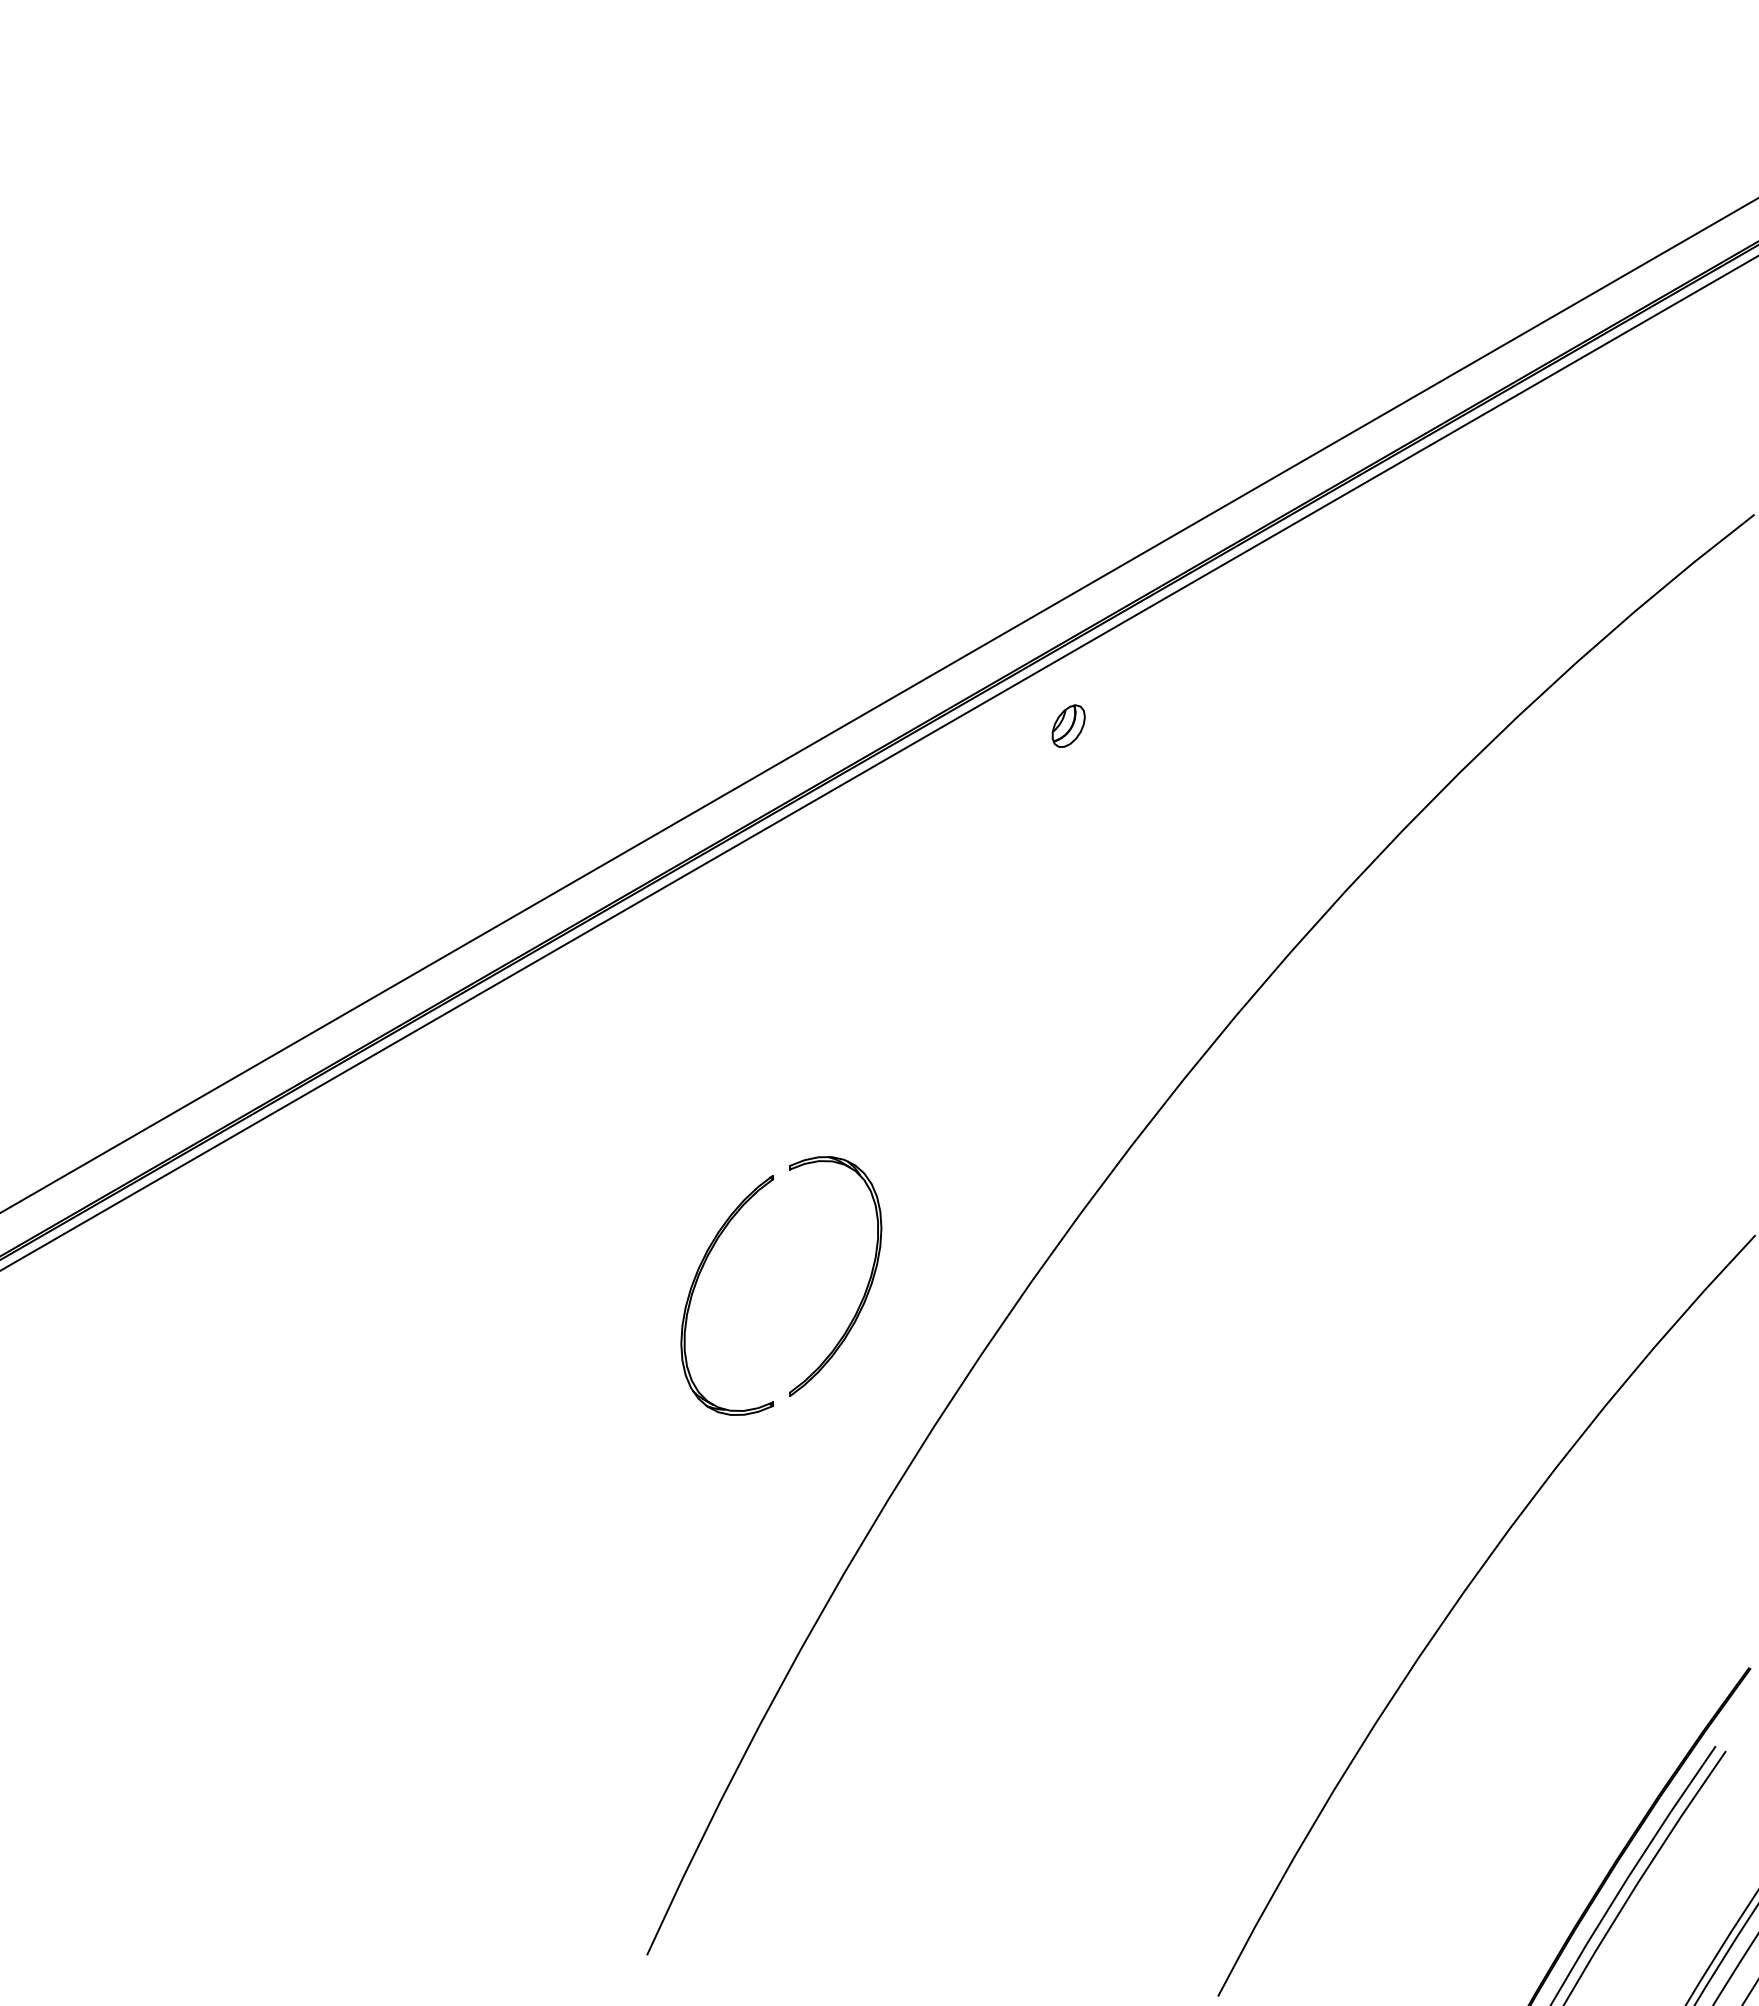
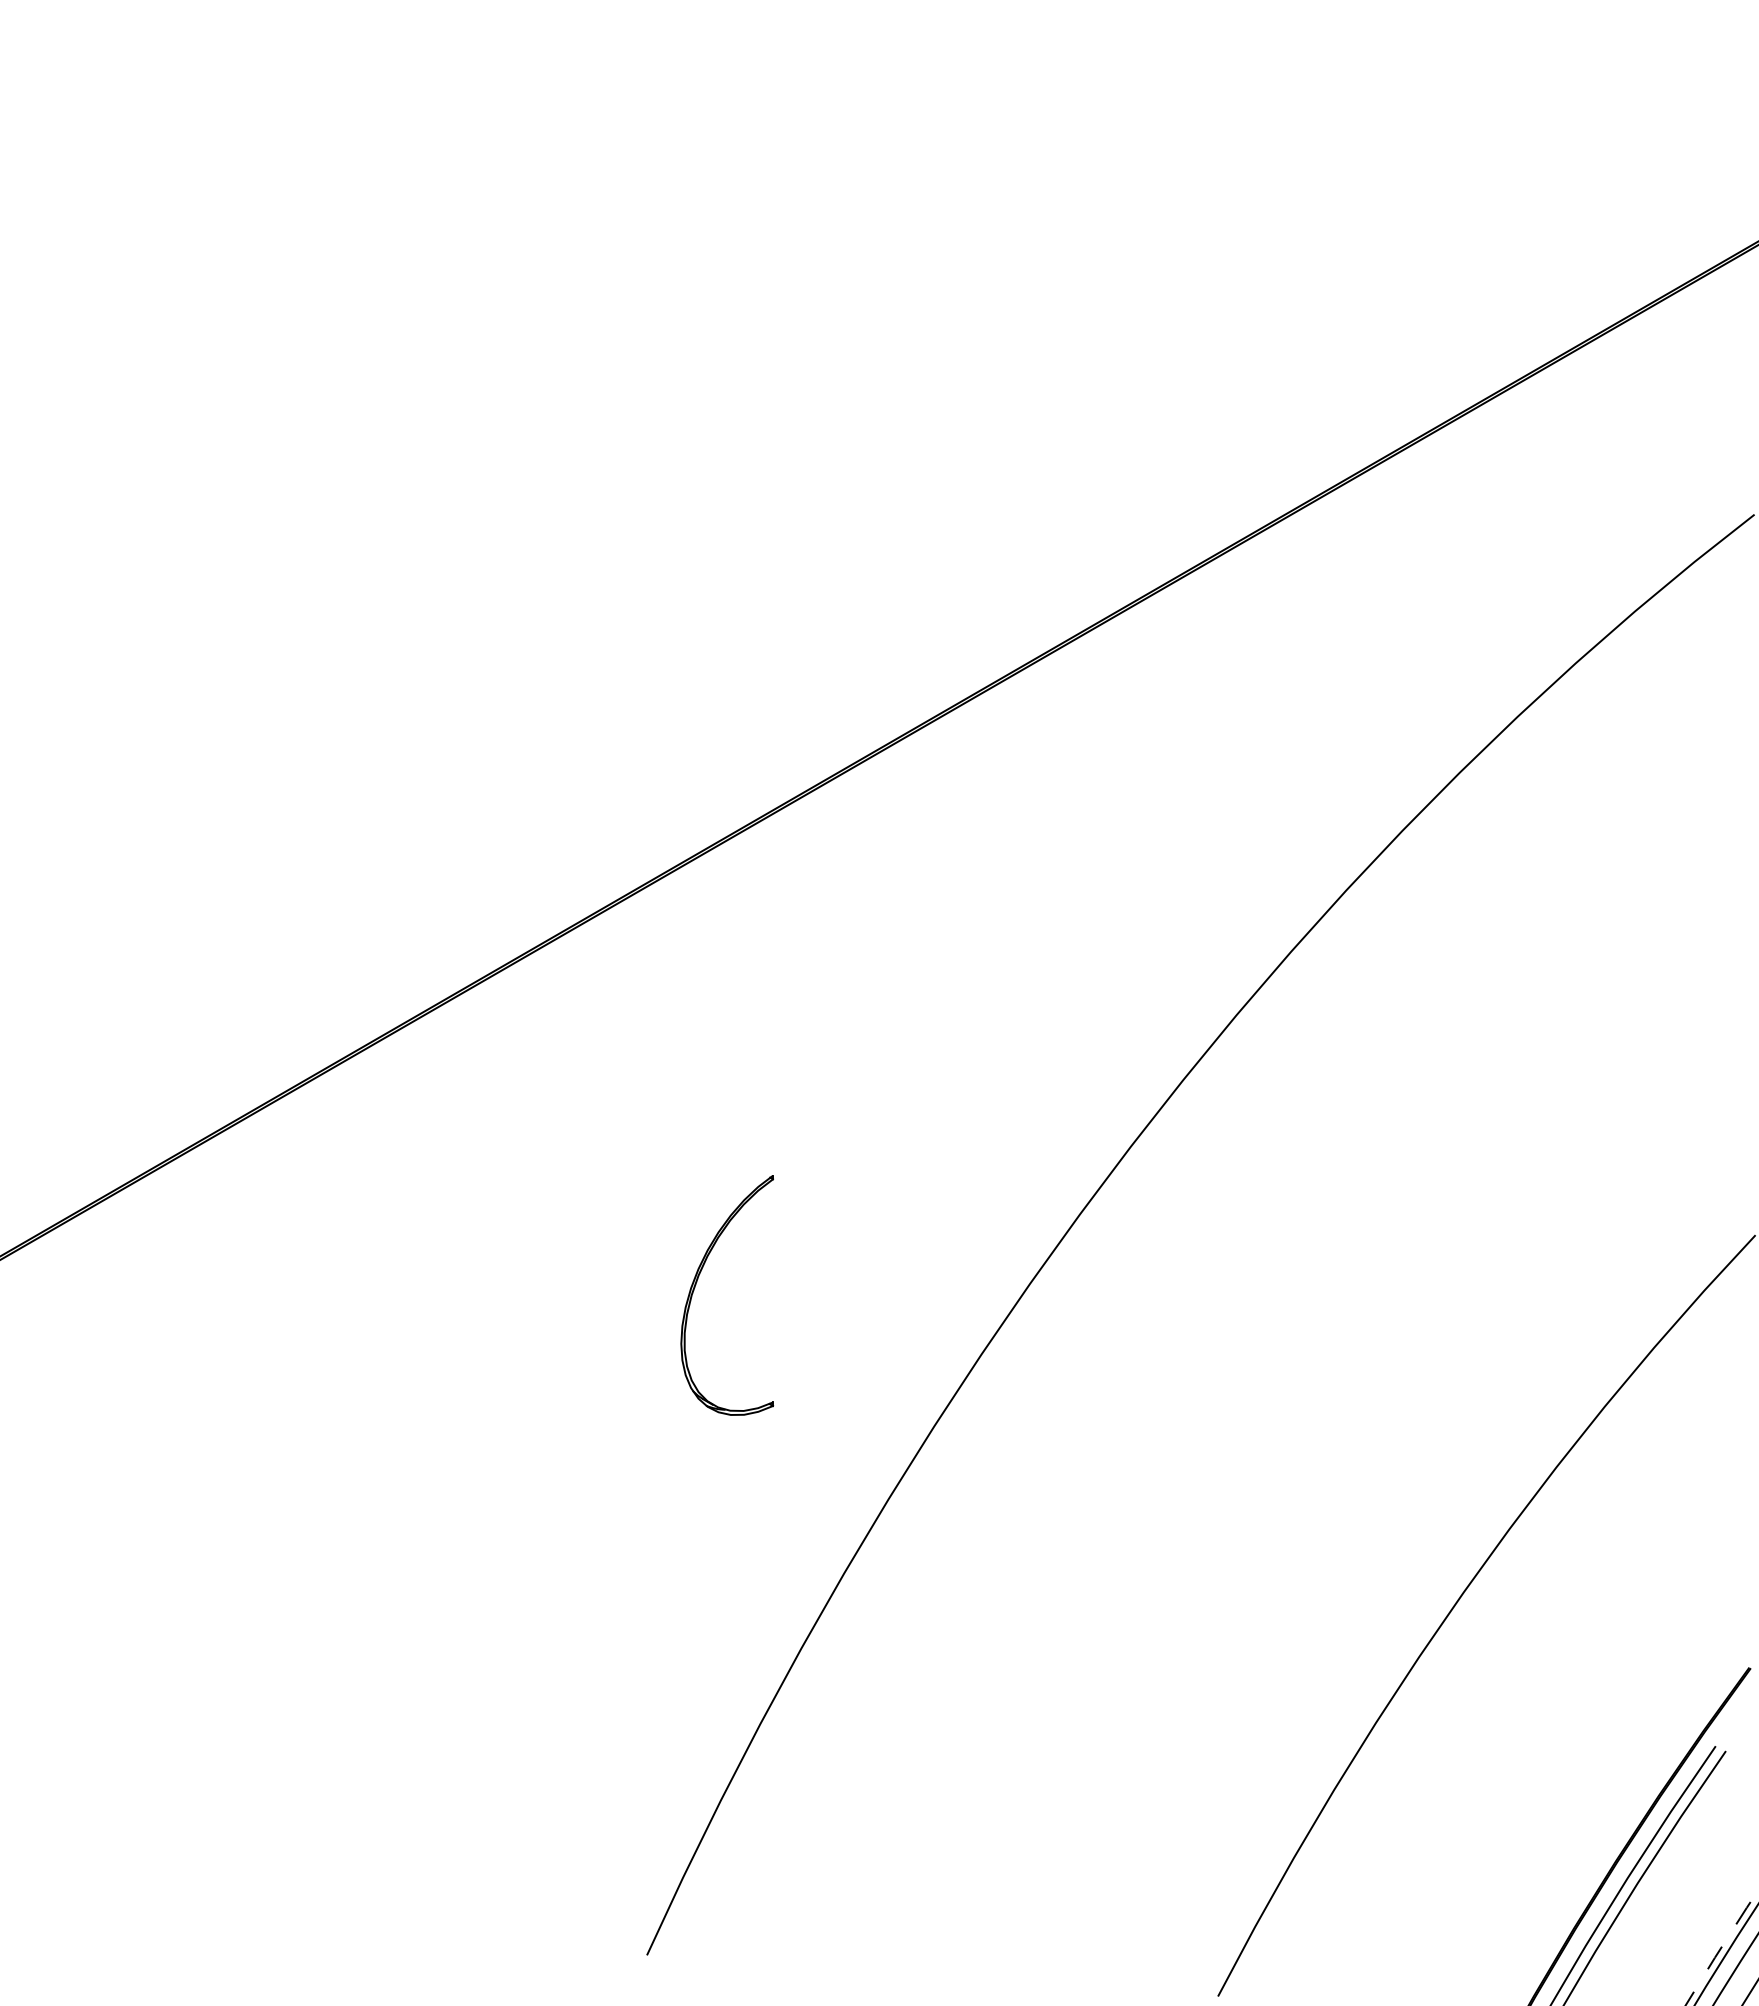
line at (878, 705): present -> none
part at (1068, 725): present -> none
line at (878, 763): present -> none
part at (866, 1286): present -> none
arc at (1721, 1947): solid -> dashed
